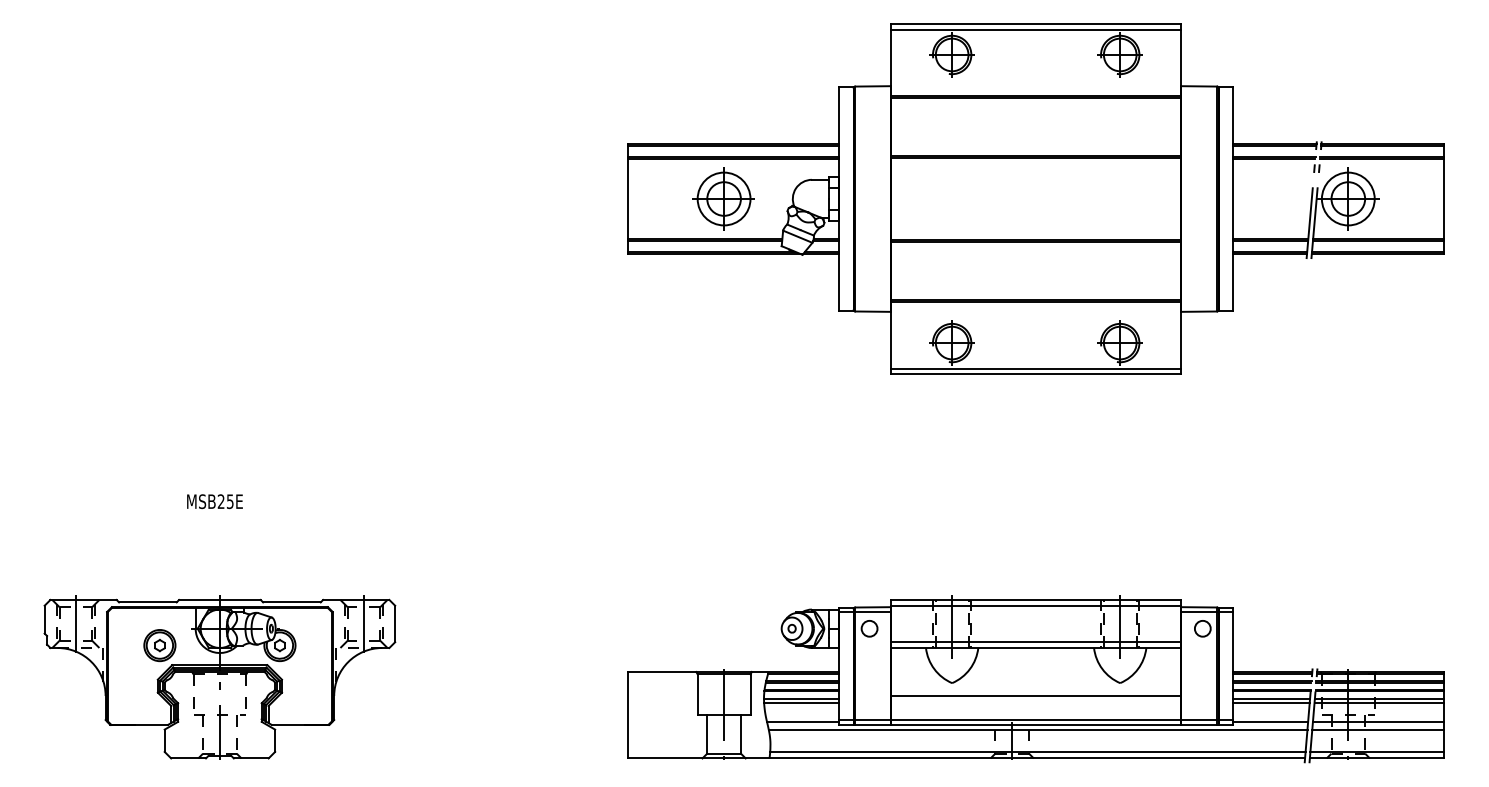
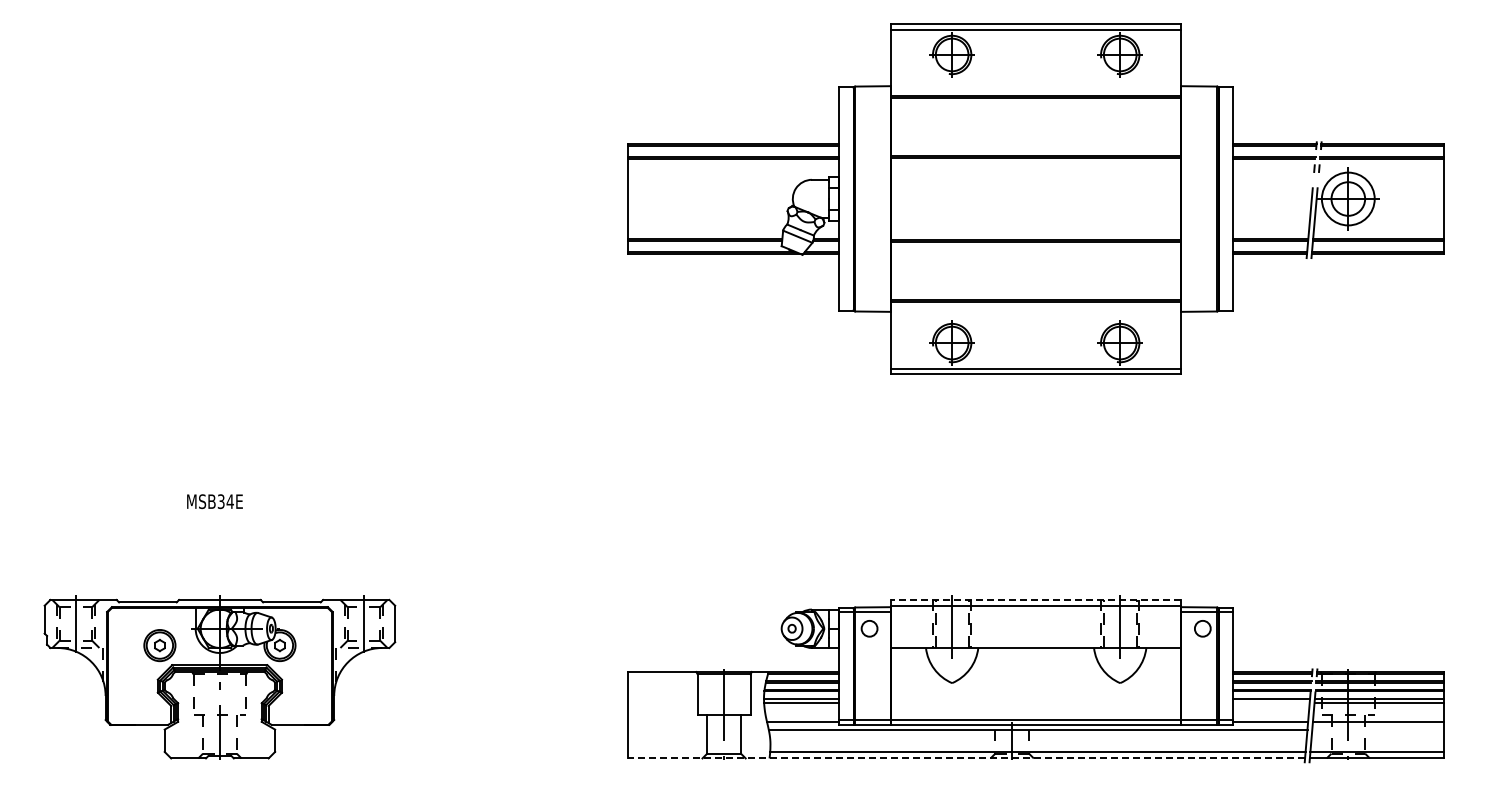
part at (723, 198): present -> none
text at (225, 501): MSB25E -> MSB34E
line at (1035, 599): solid -> dashed
line at (1035, 642): present -> none
line at (1035, 696): present -> none
line at (1271, 703): present -> none
line at (1378, 729): present -> none
line at (966, 758): solid -> dashed
